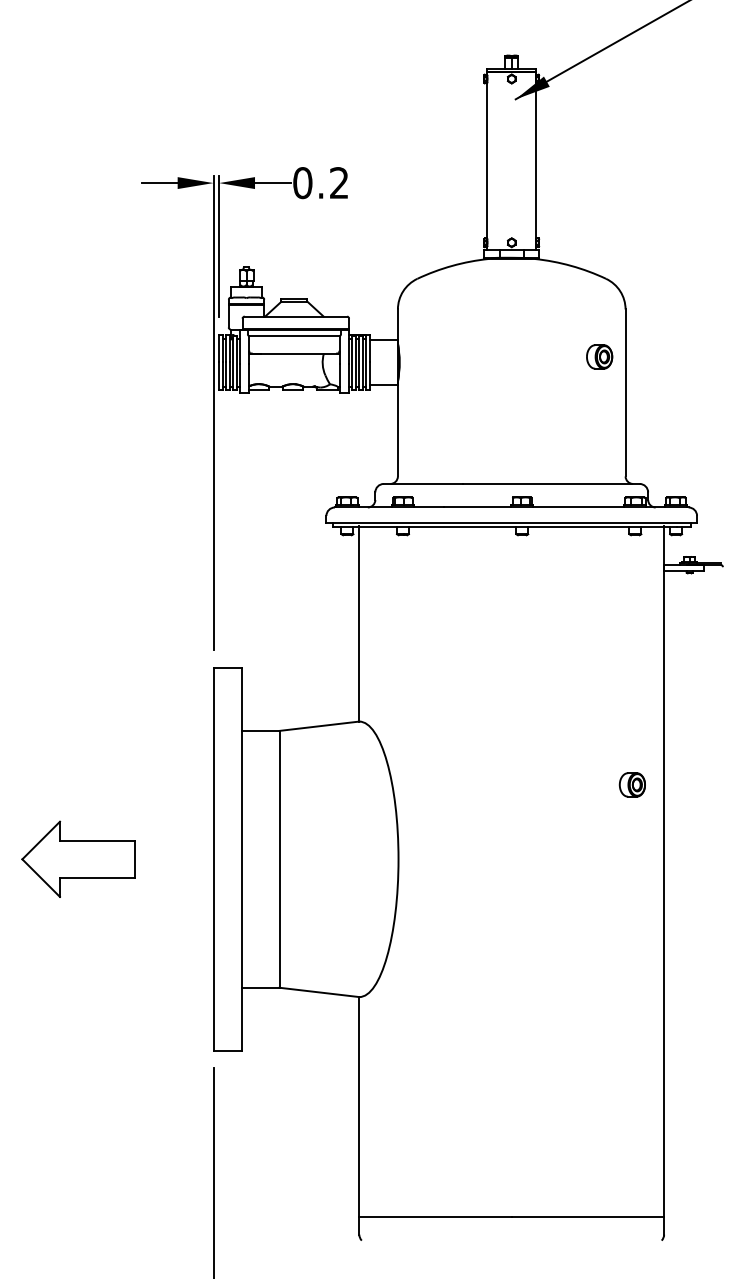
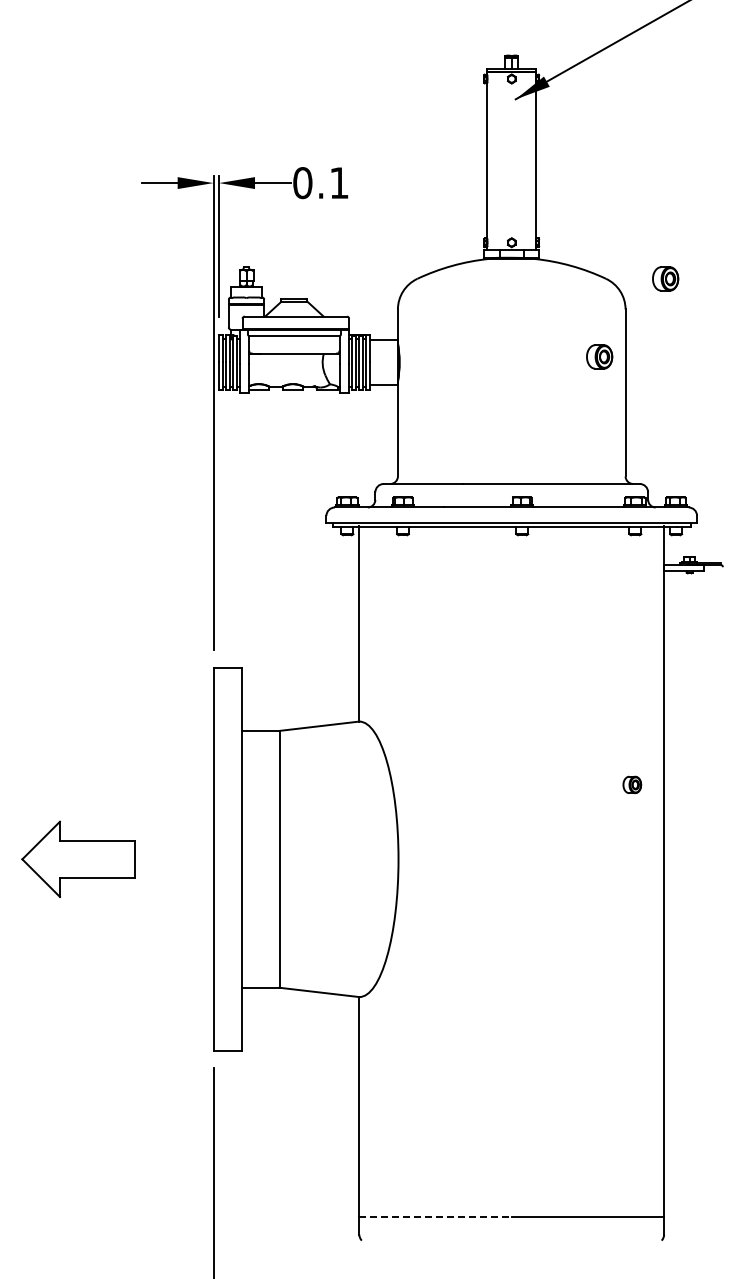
text at (339, 182): 0.2 -> 0.1
part at (665, 278): none -> present
part at (631, 784) size: 28x26 px -> 21x20 px
line at (436, 1216): solid -> dashed
